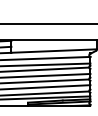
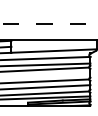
line at (49, 23): solid -> dashed
line at (46, 75): present -> none
